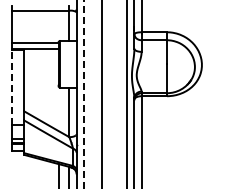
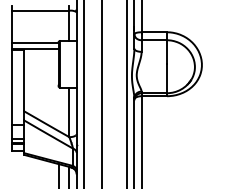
line at (11, 87): dashed -> solid
line at (83, 94): dashed -> solid
